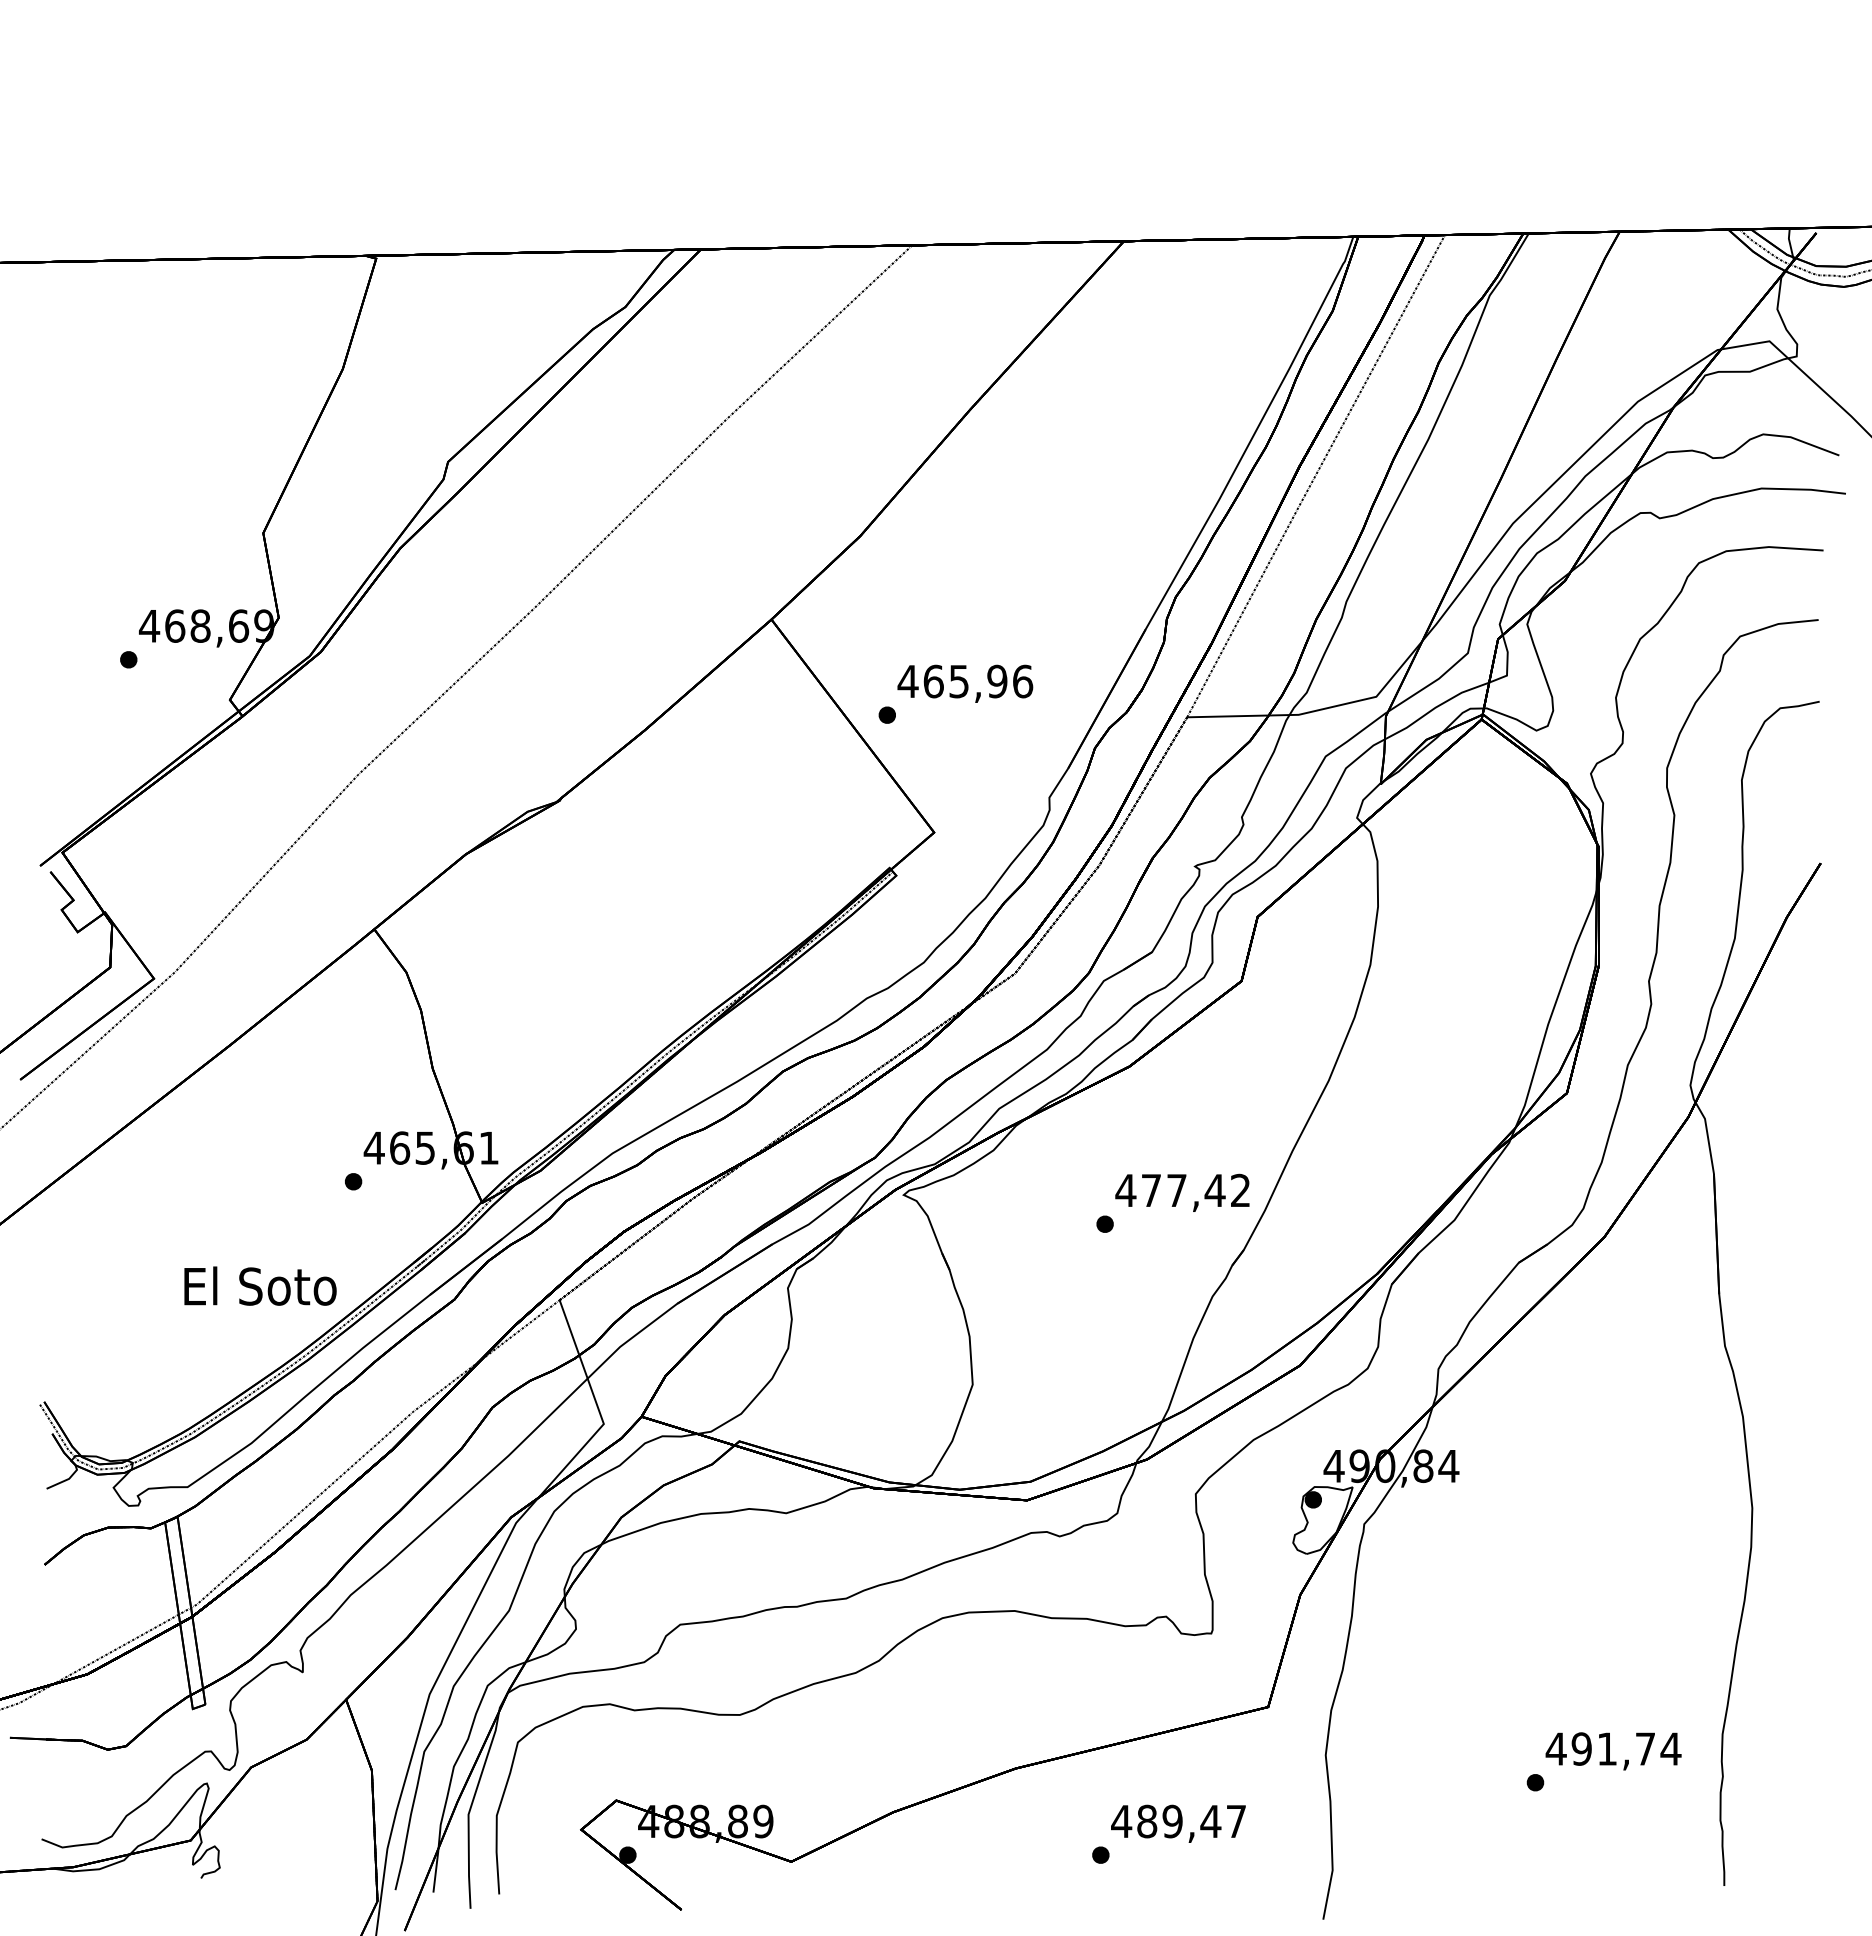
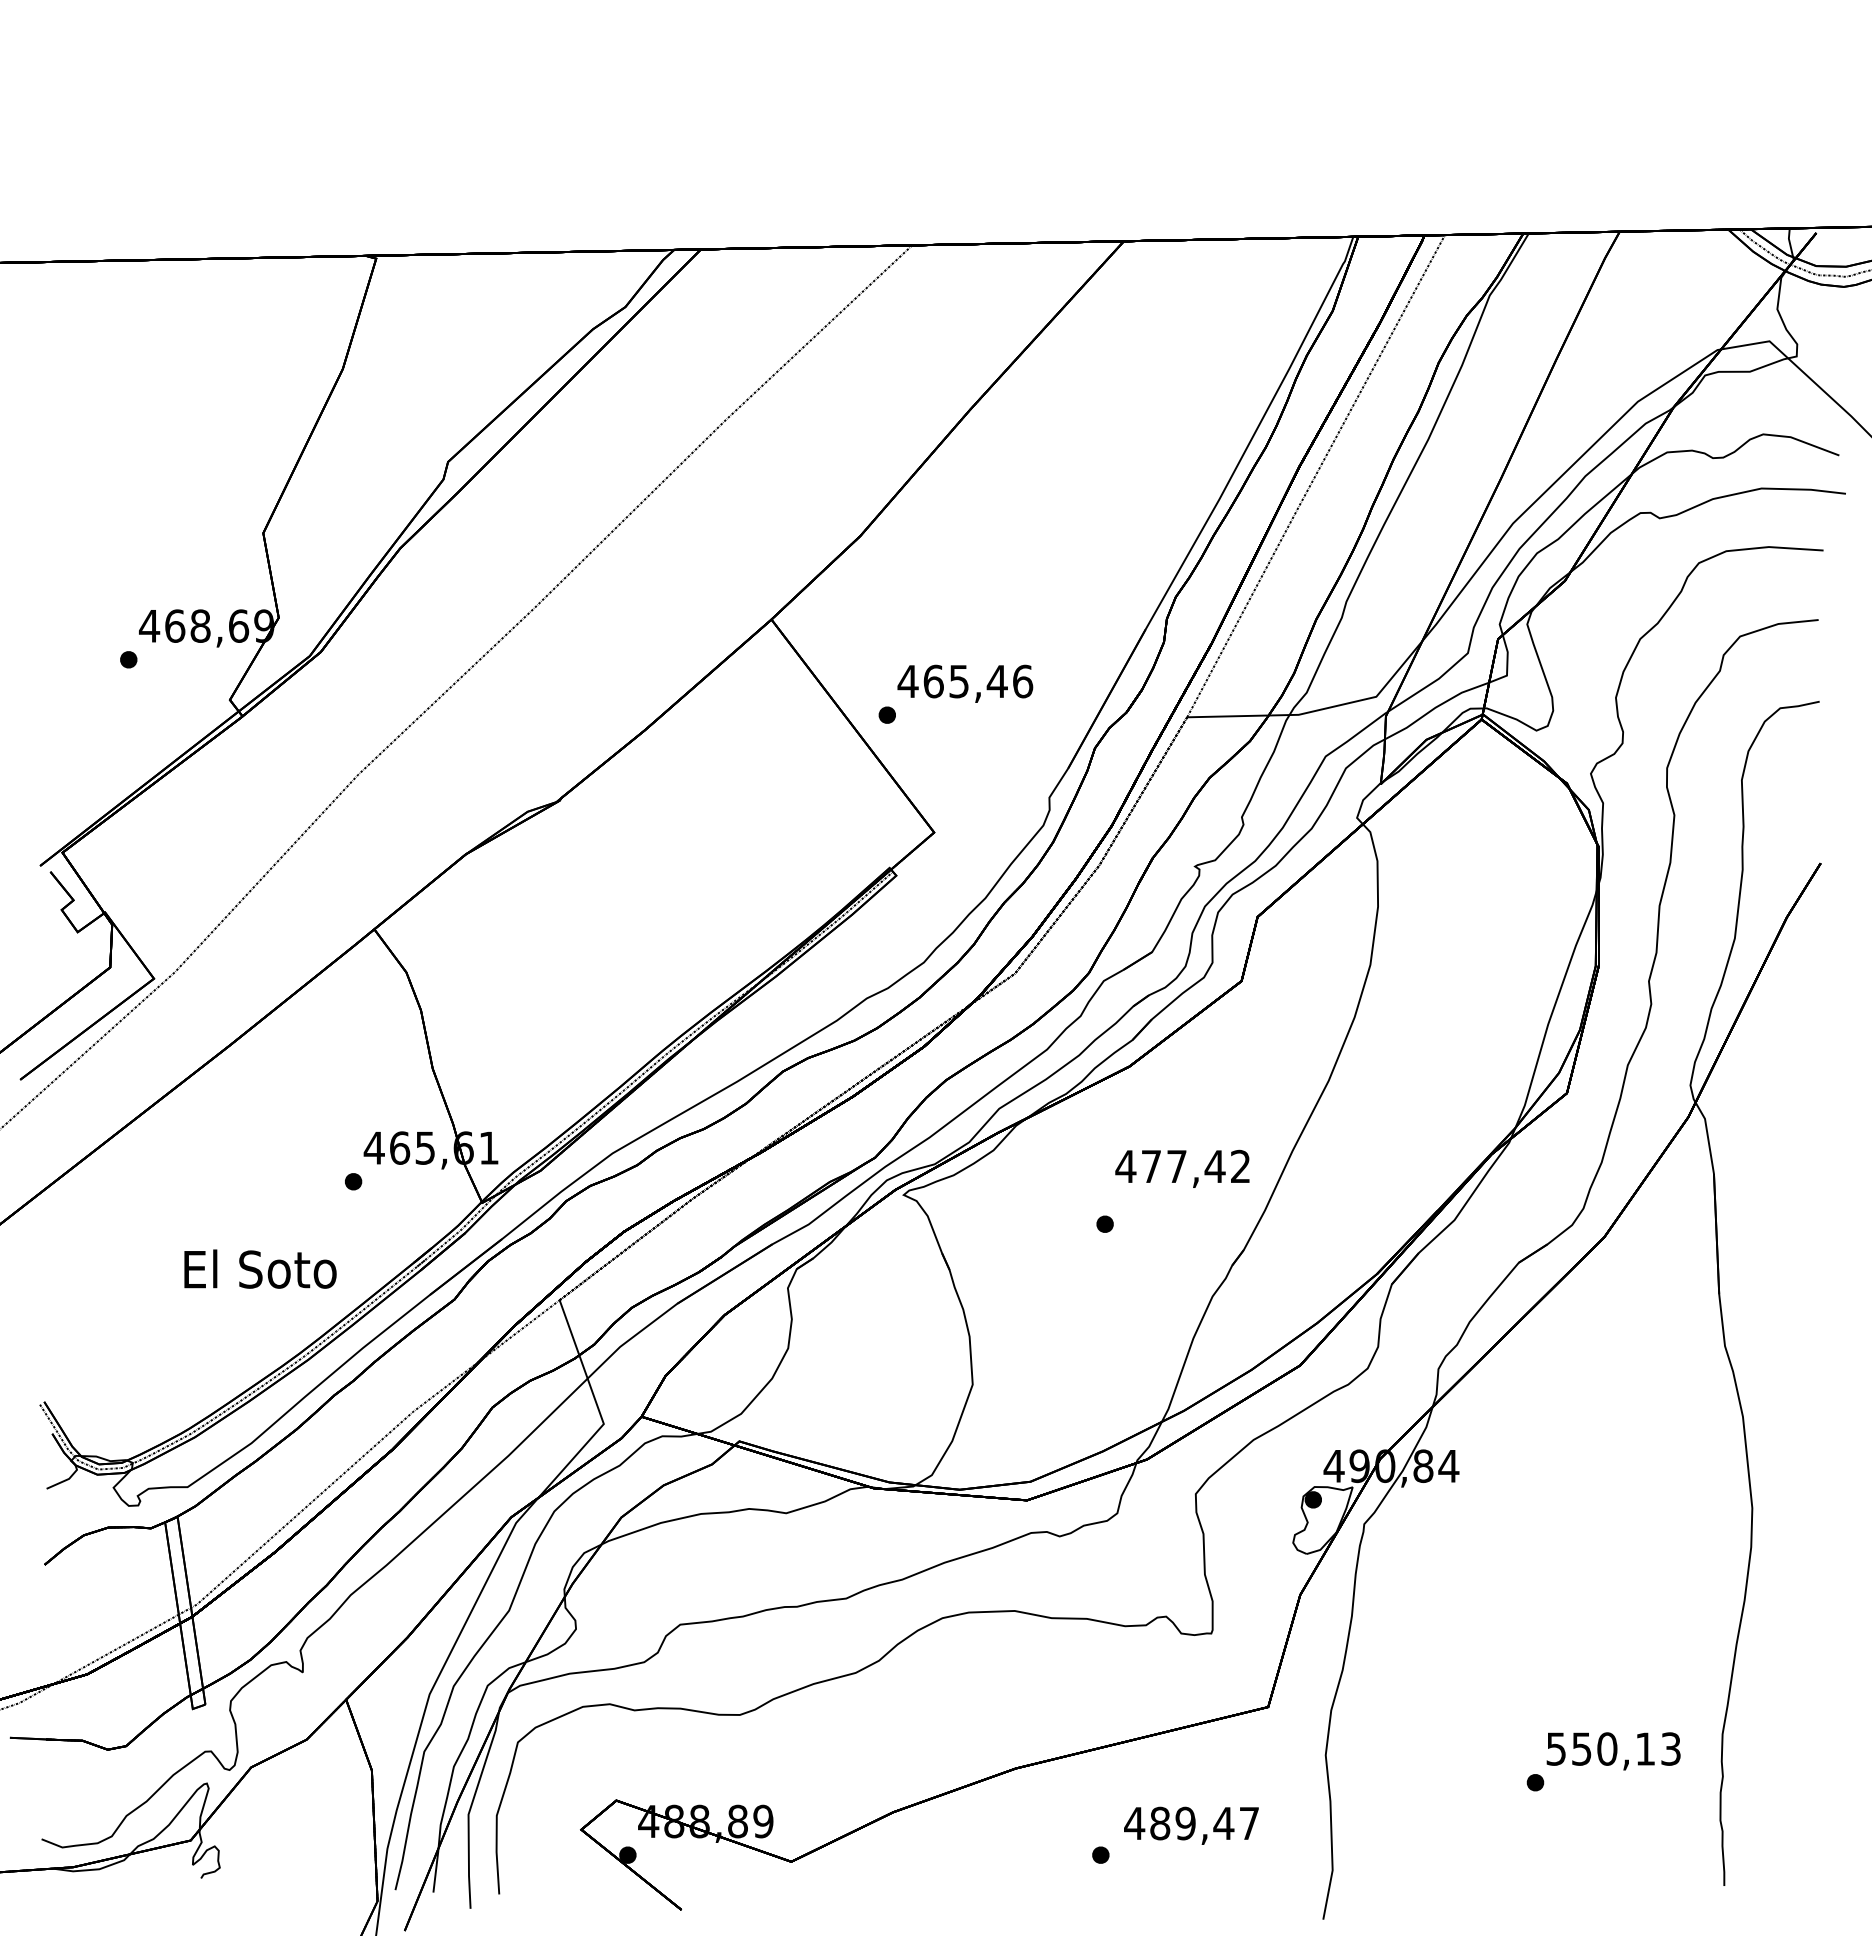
text at (996, 681): 465,96 -> 465,46
text at (1182, 1192) position: (1182, 1192) -> (1182, 1168)
text at (260, 1285) position: (260, 1285) -> (260, 1268)
text at (1613, 1748): 491,74 -> 550,13
text at (1178, 1823) position: (1178, 1823) -> (1191, 1825)
